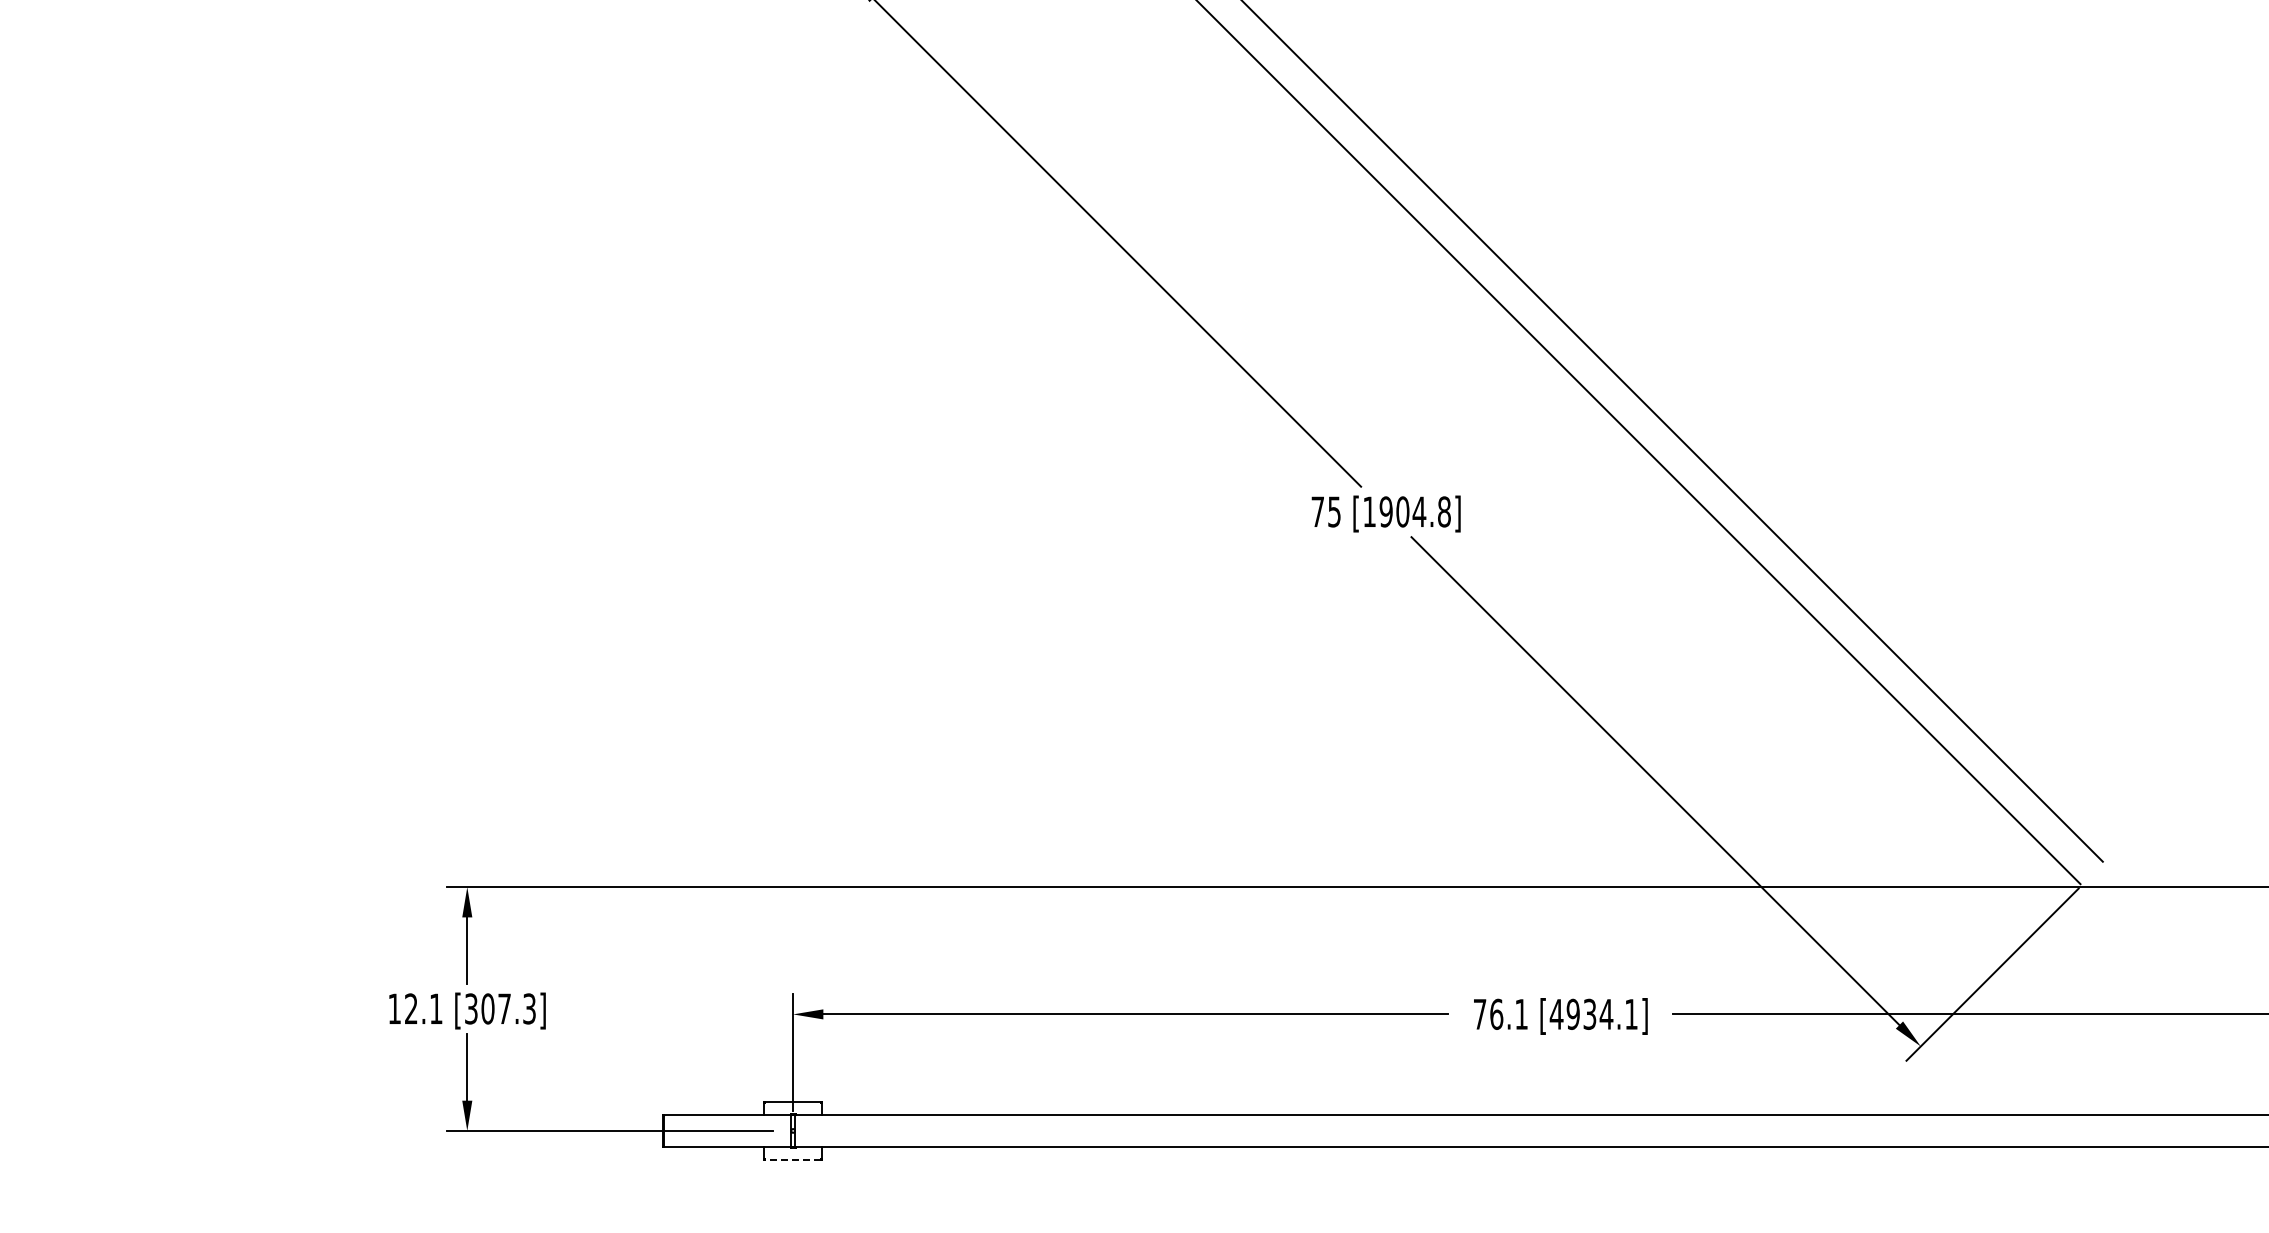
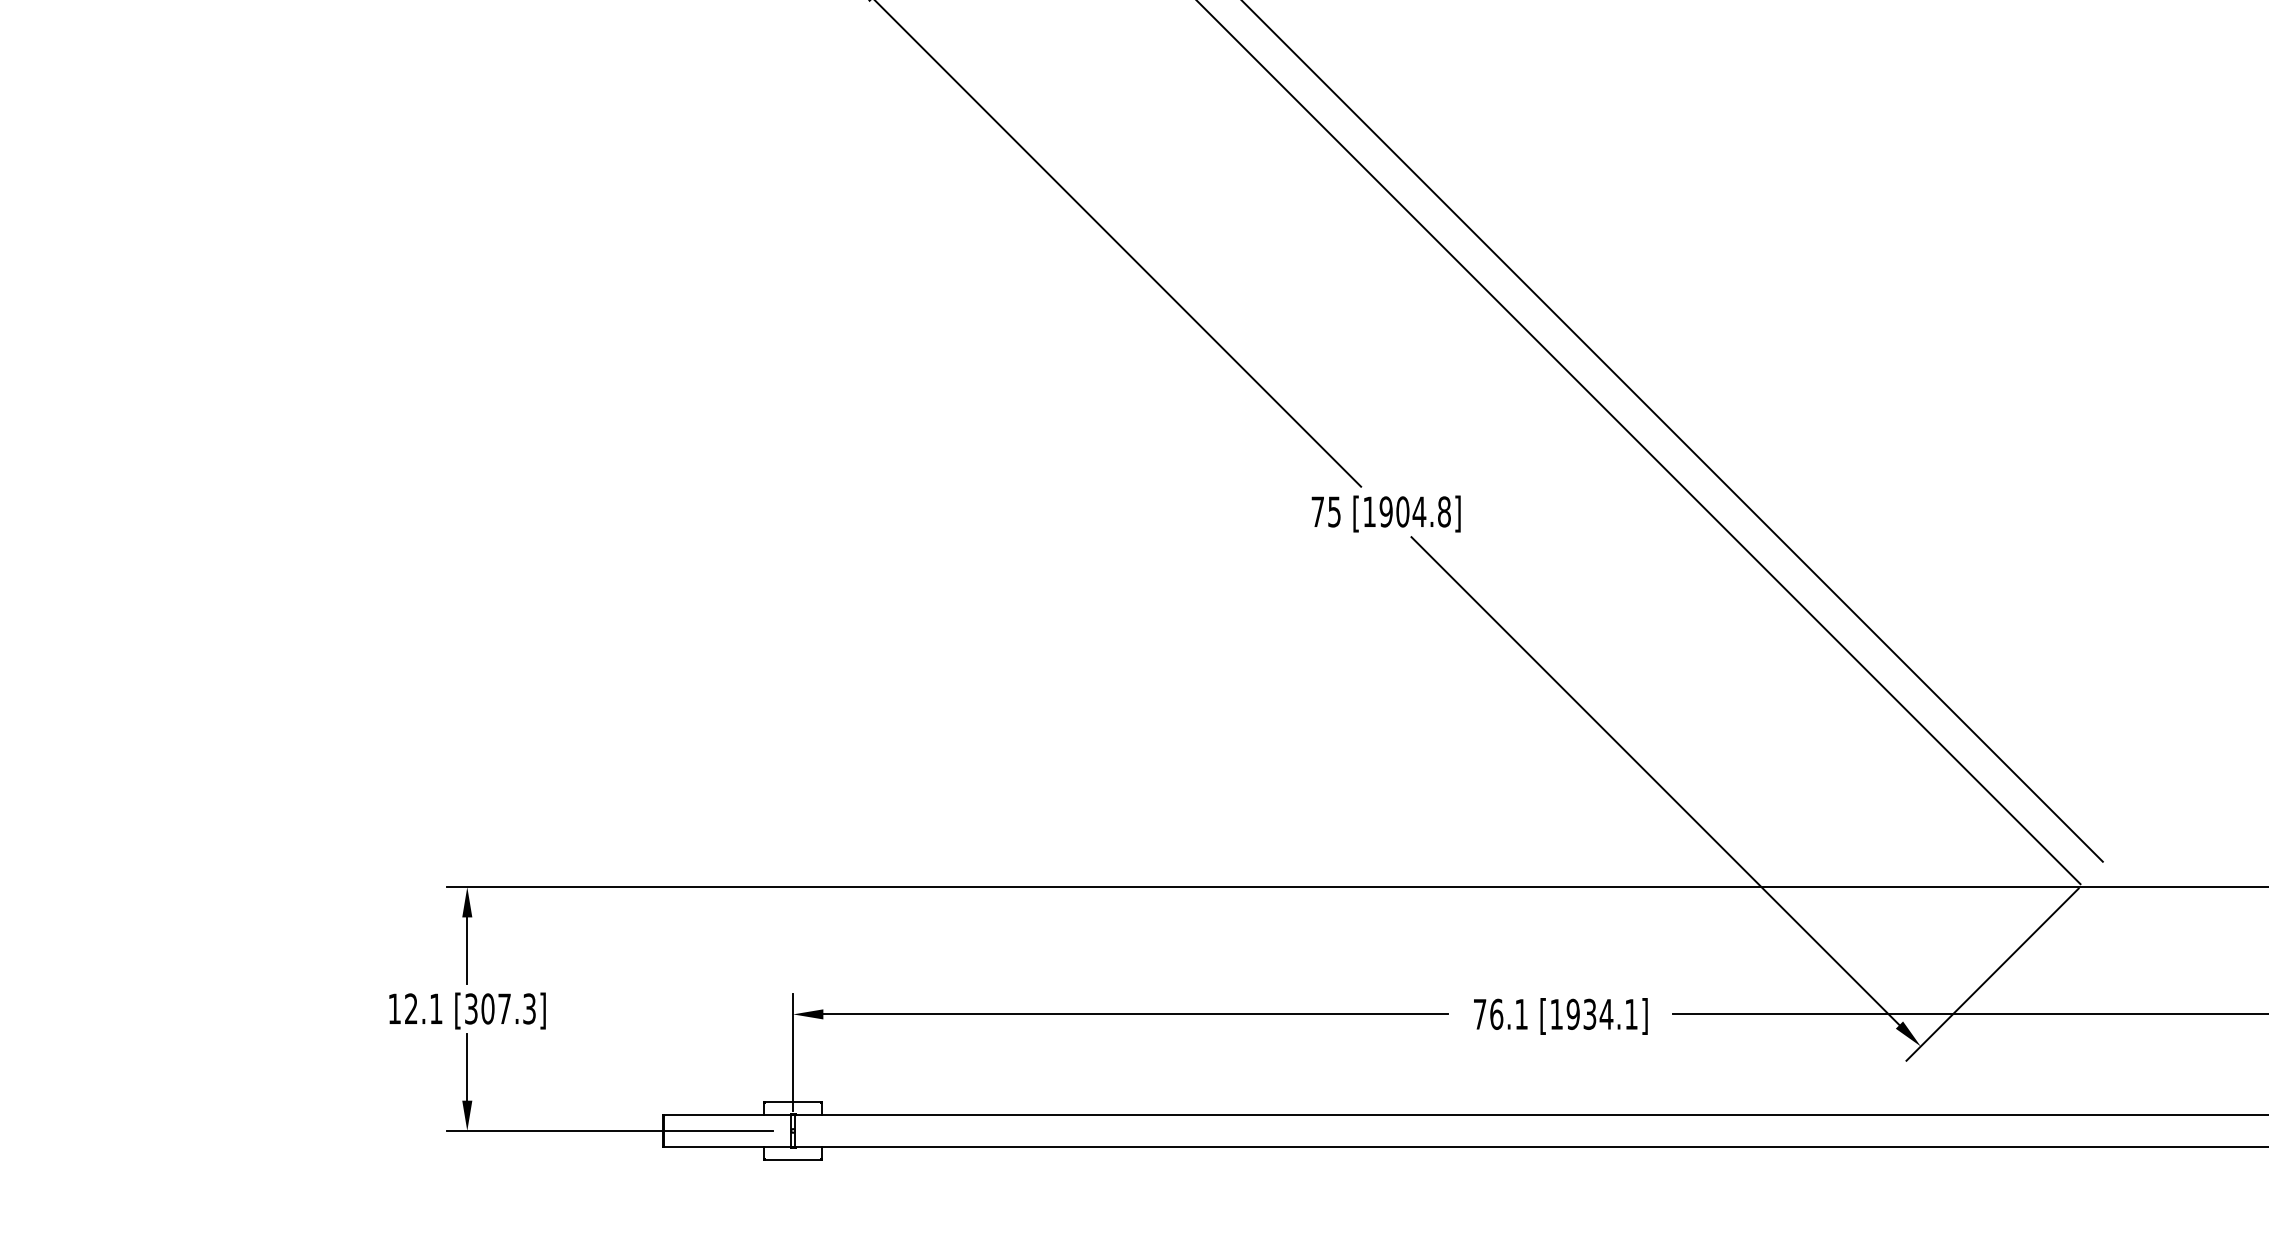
text at (1556, 1014): [4934.1] -> [1934.1]
line at (793, 1159): dashed -> solid
